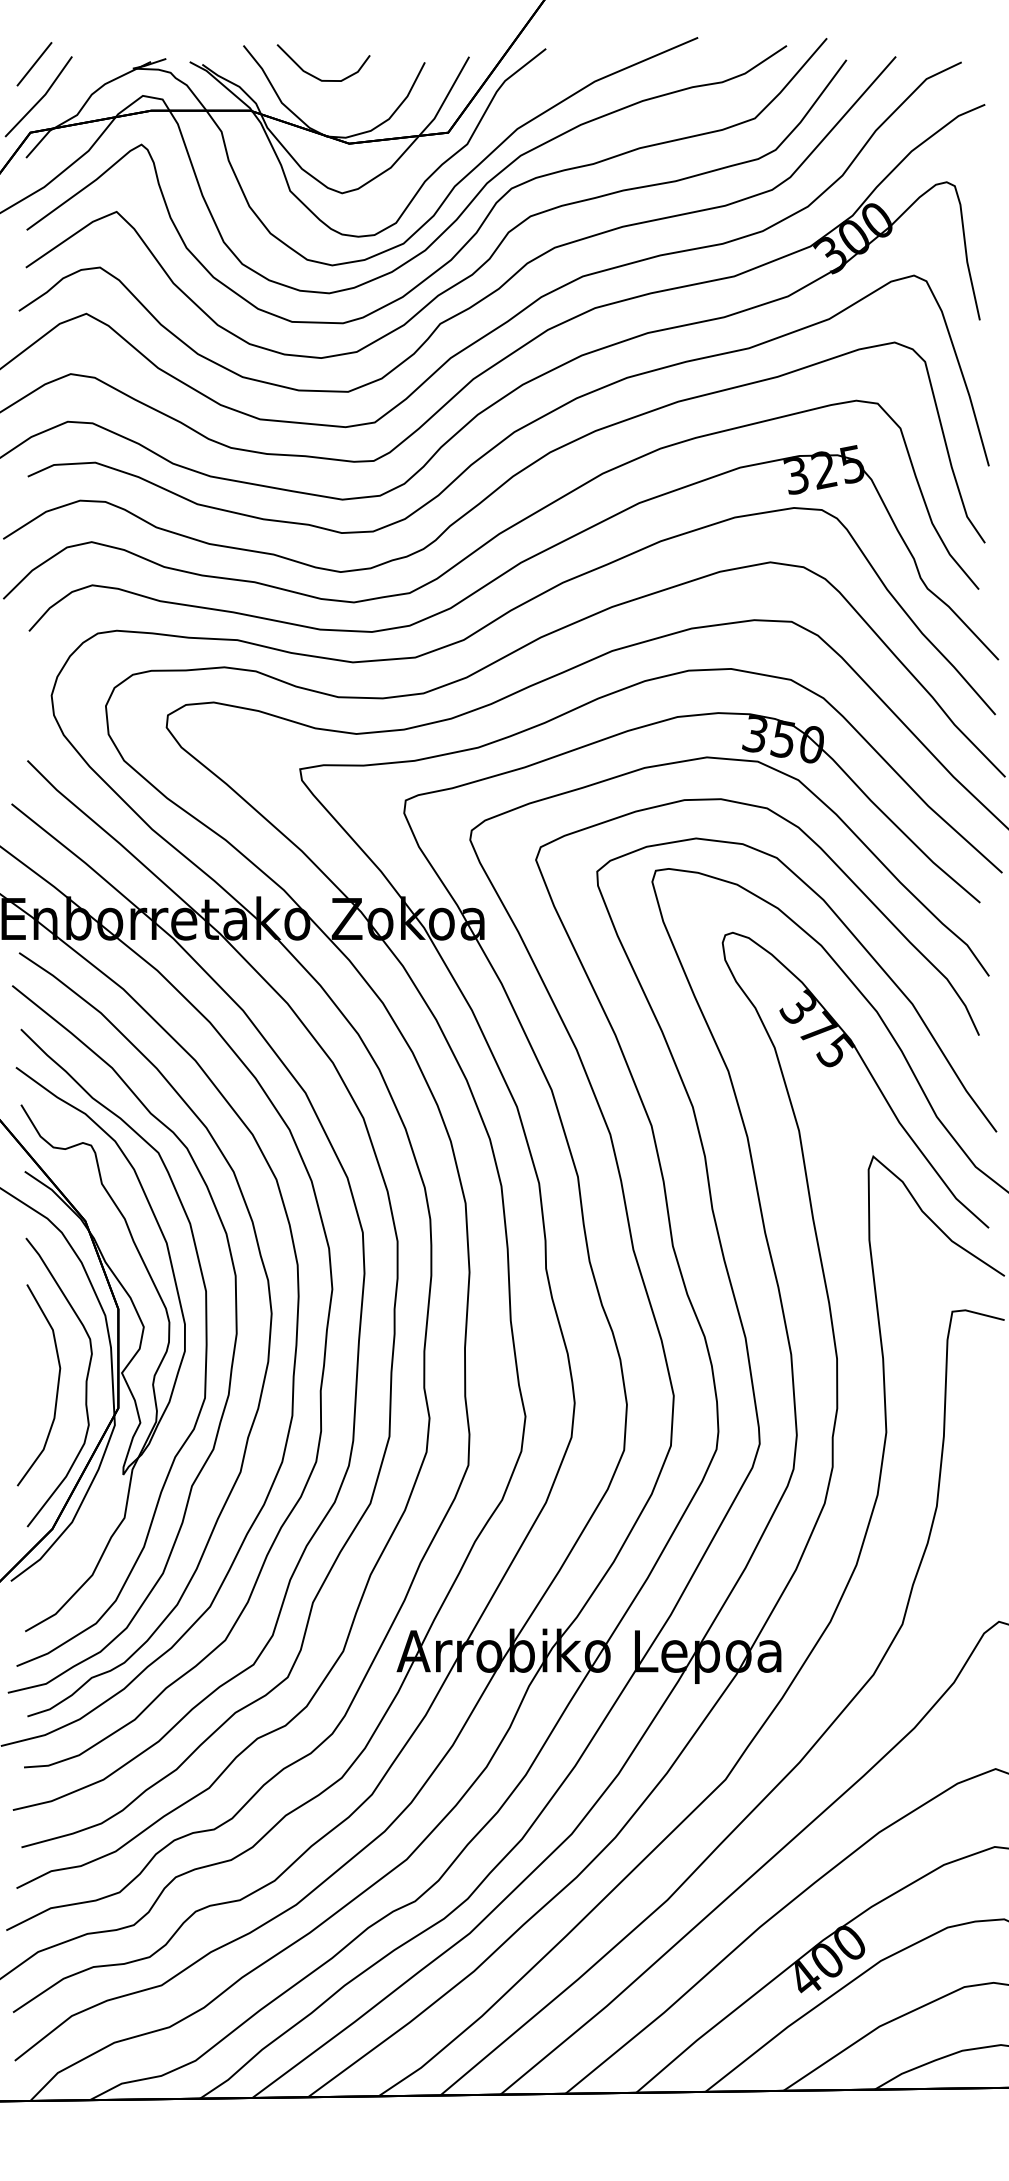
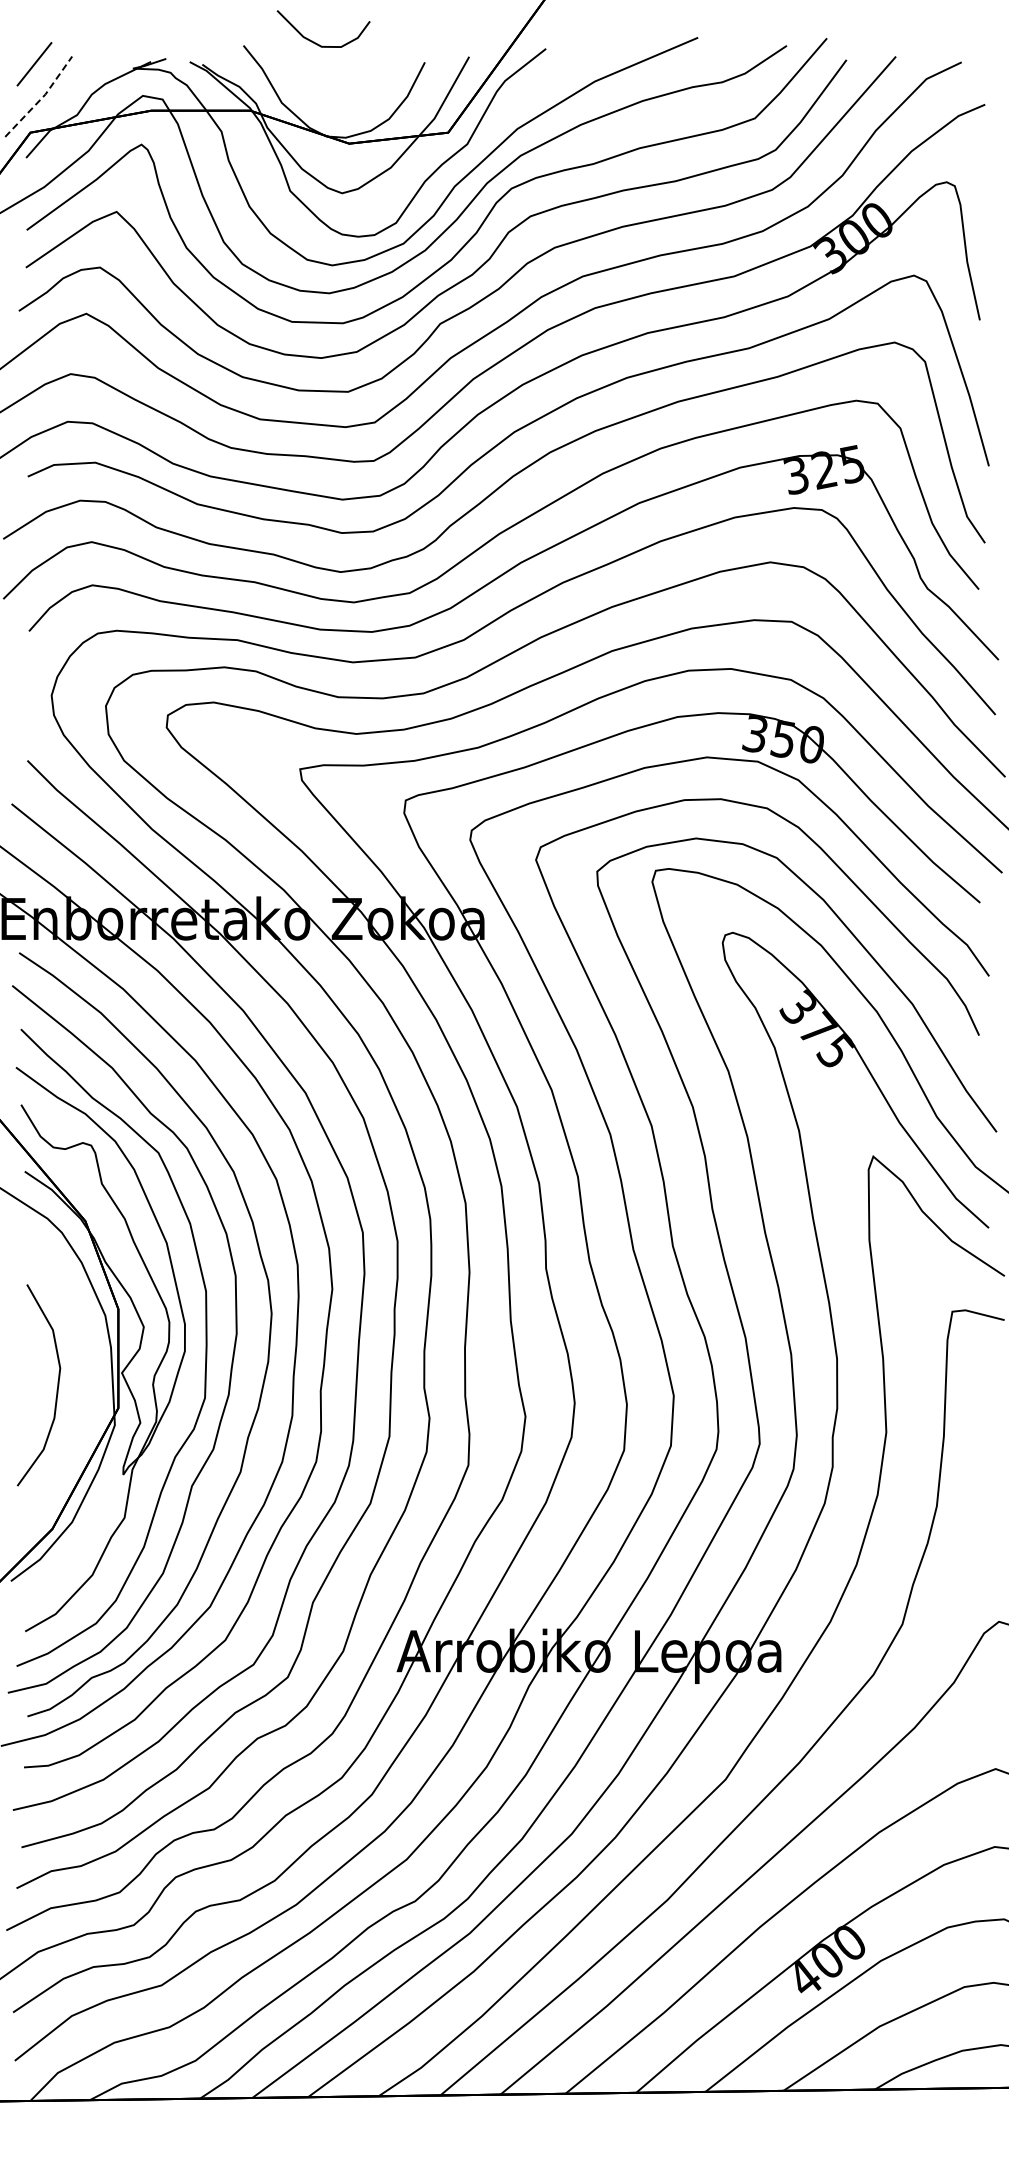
curve at (316, 76) position: (316, 76) -> (316, 42)
line at (42, 98): solid -> dashed
curve at (85, 1382): present -> none
